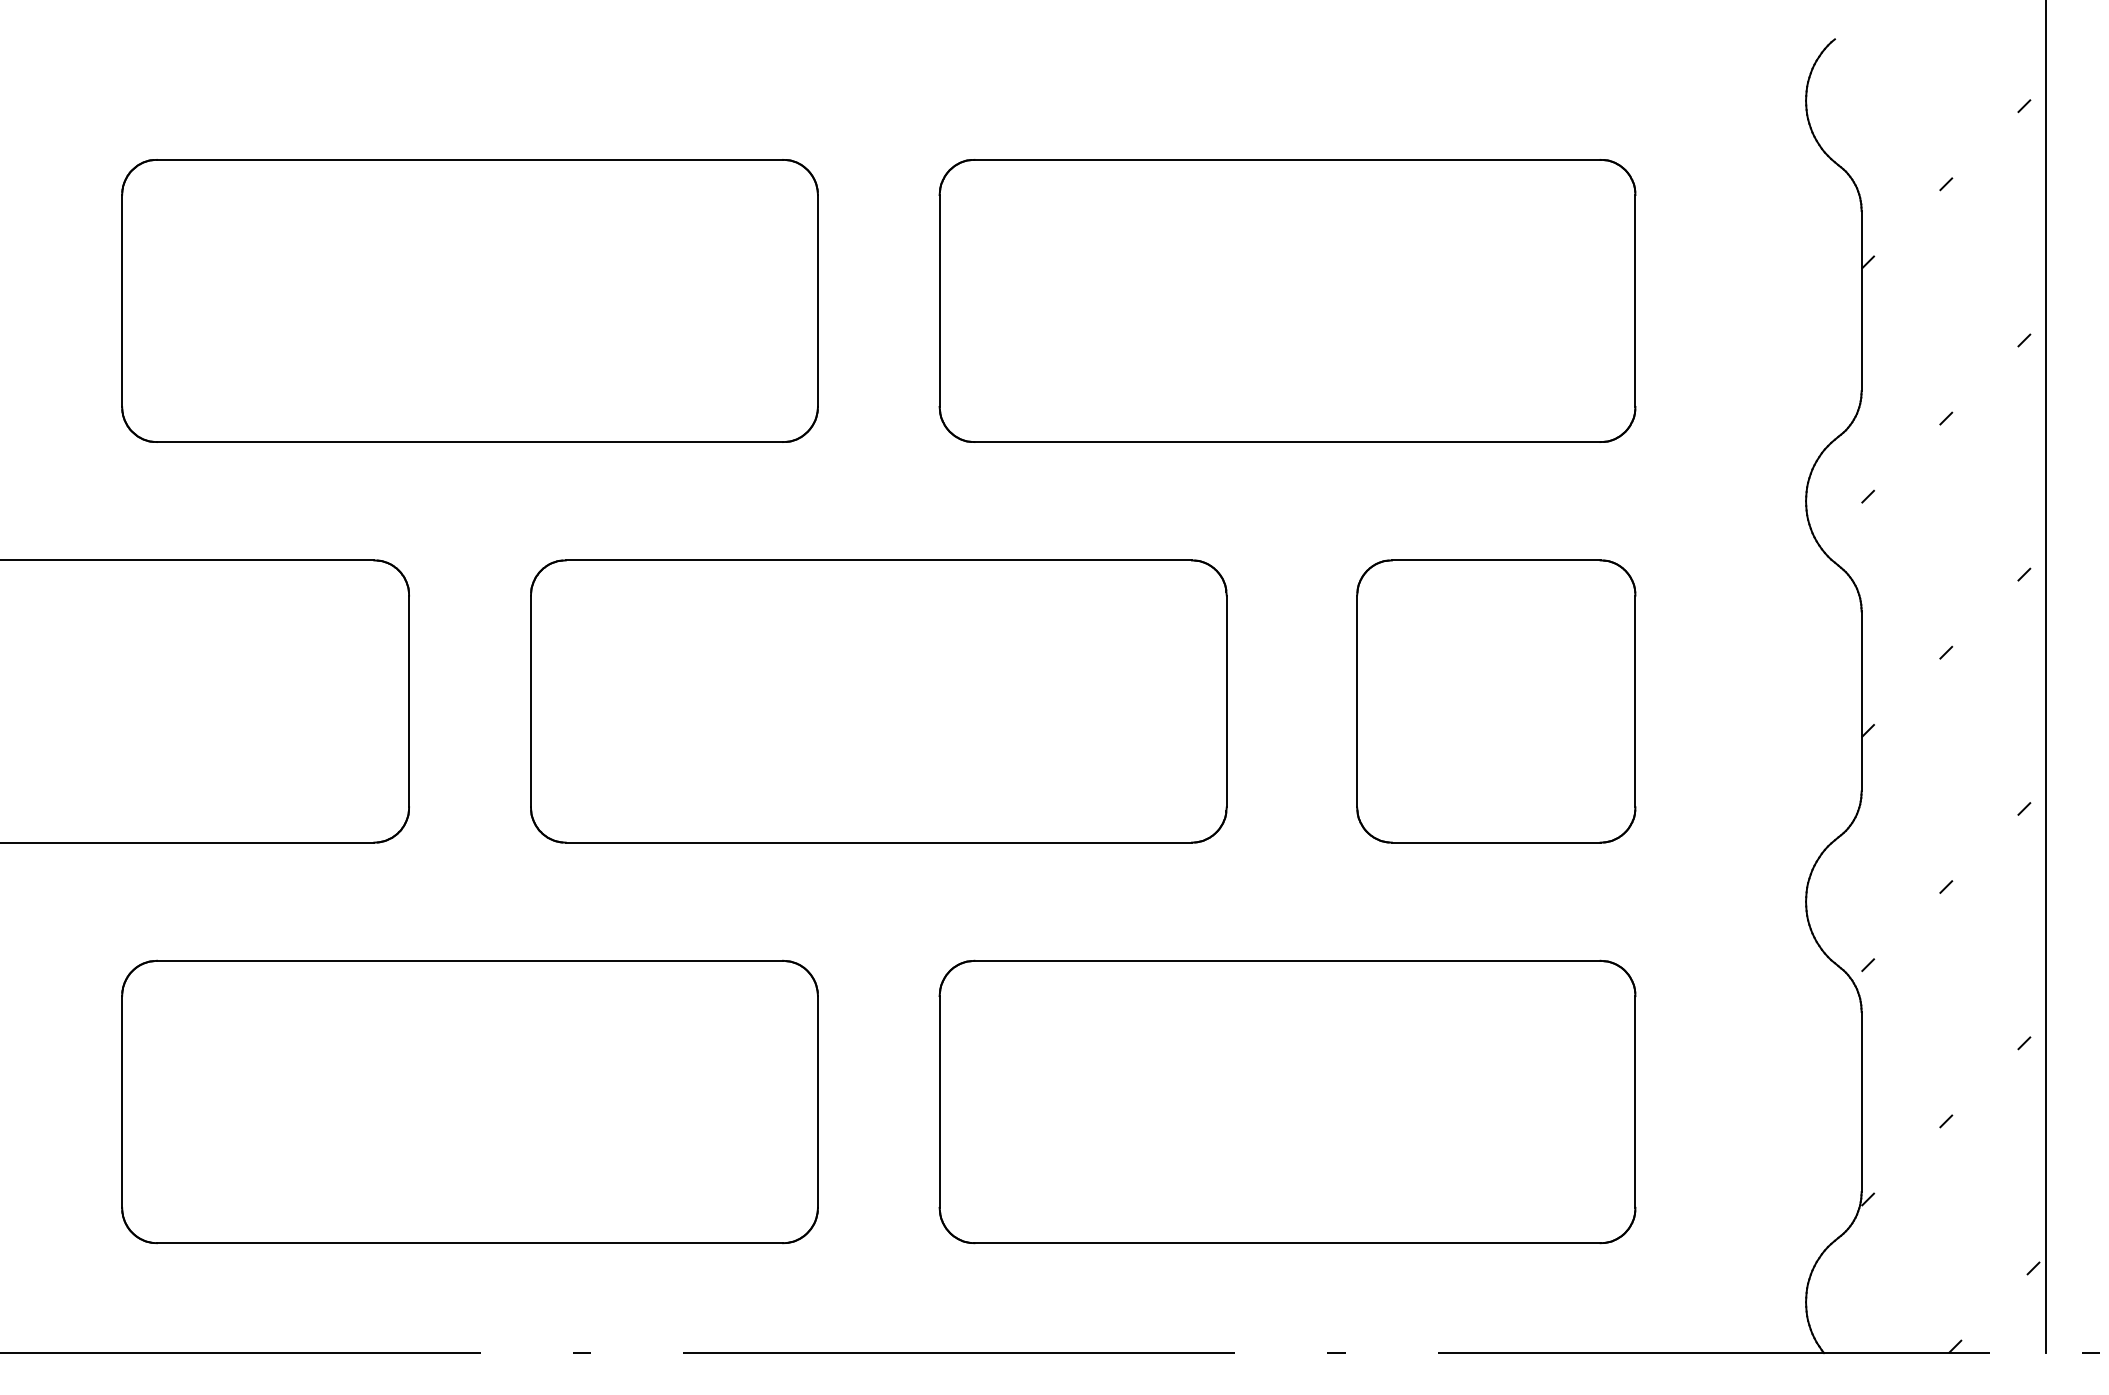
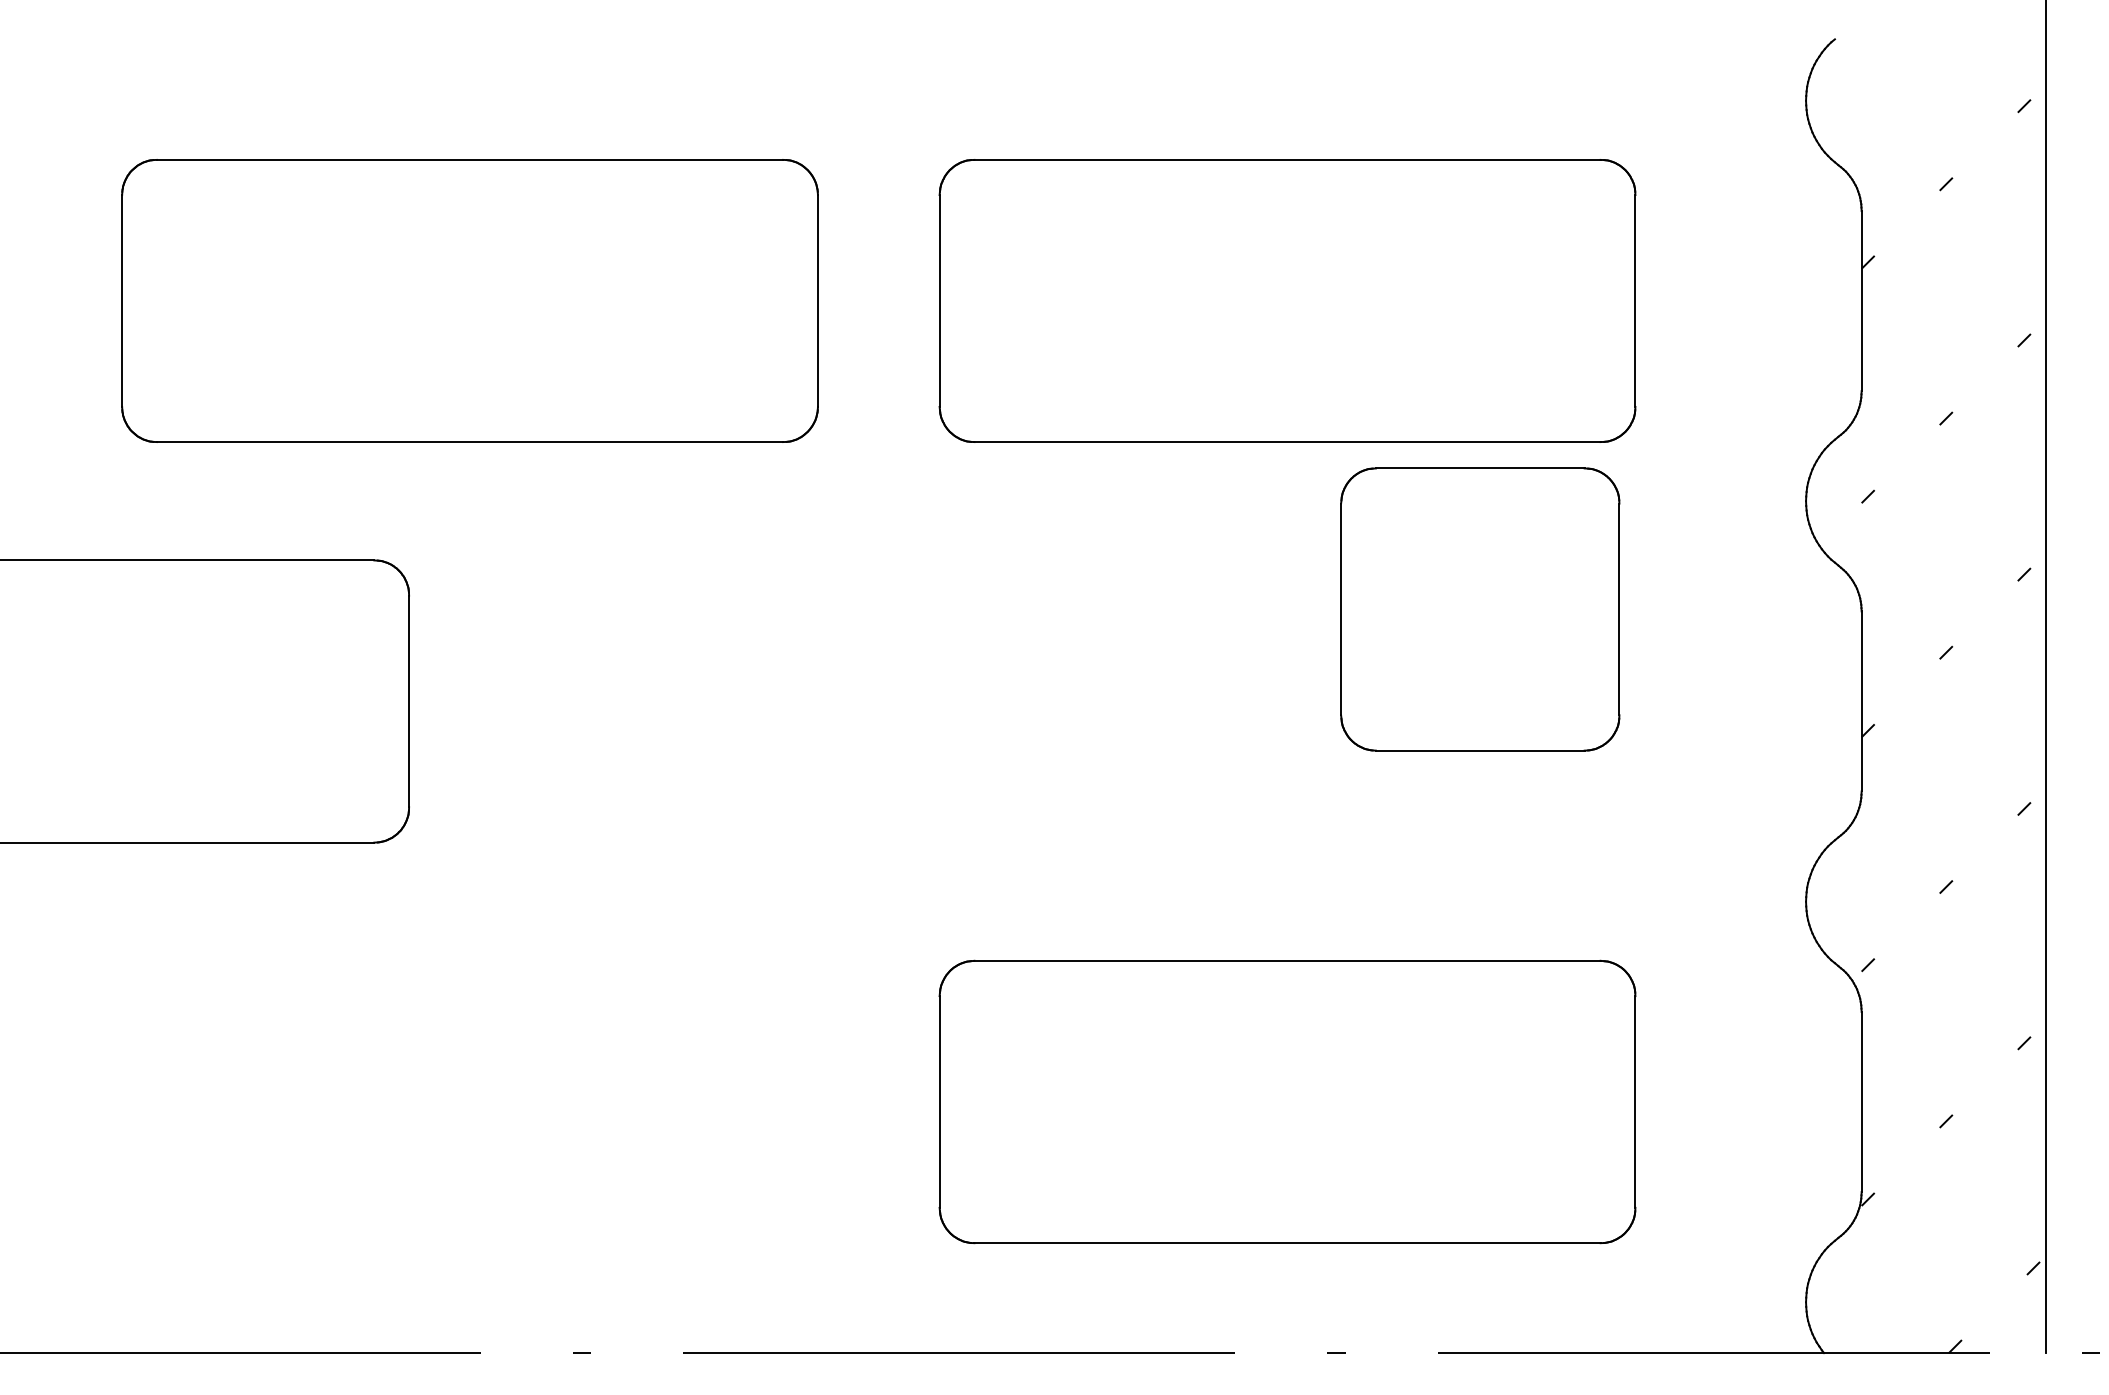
part at (878, 701): present -> none
part at (1496, 701) position: (1496, 701) -> (1480, 609)
part at (469, 1101): present -> none
